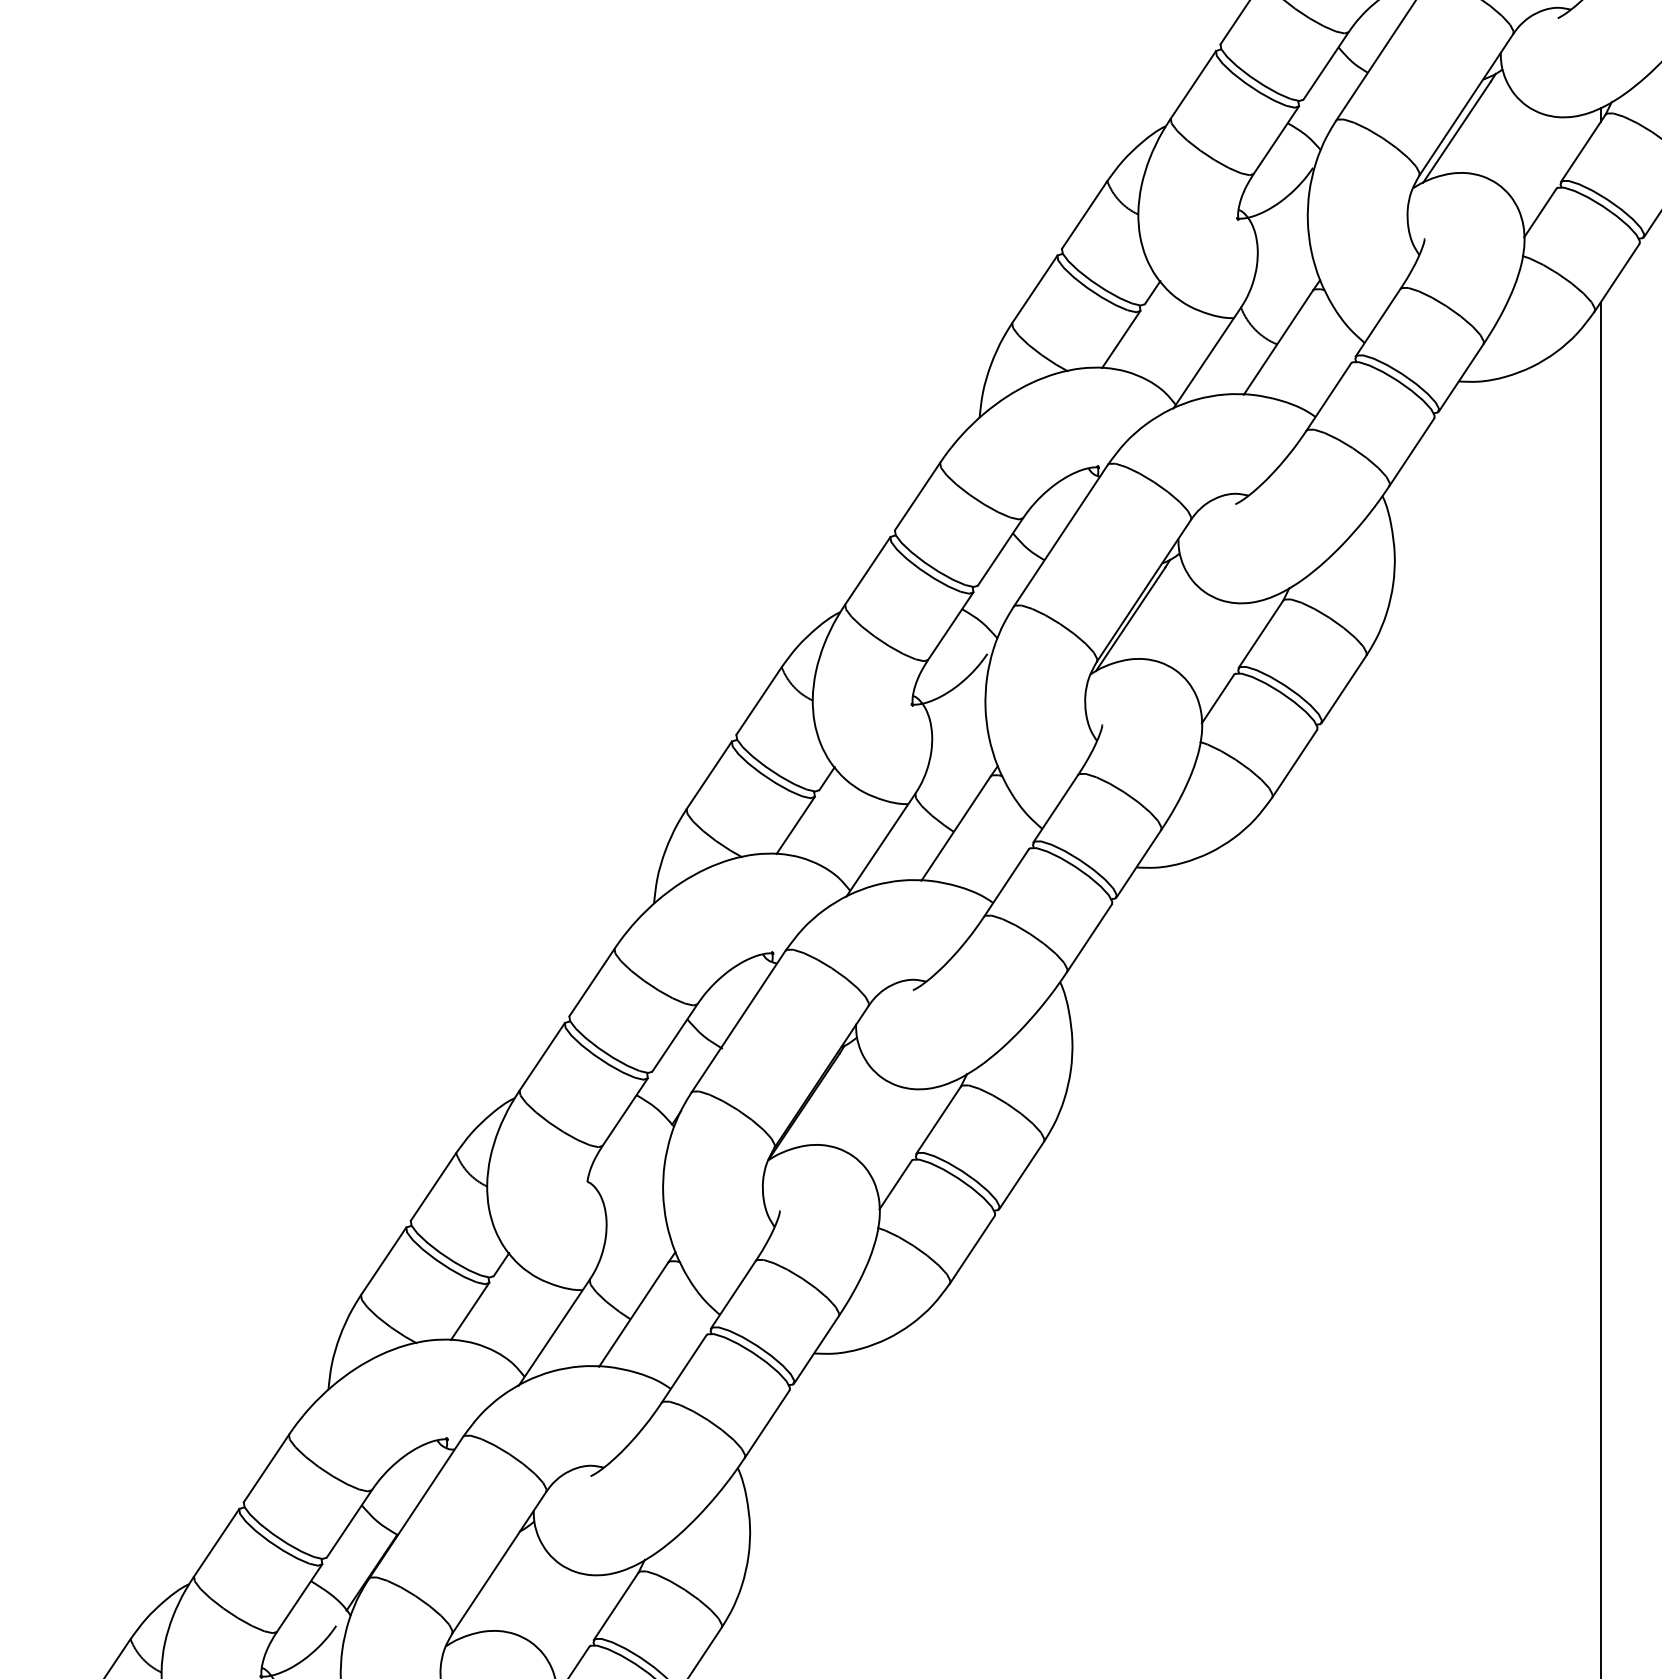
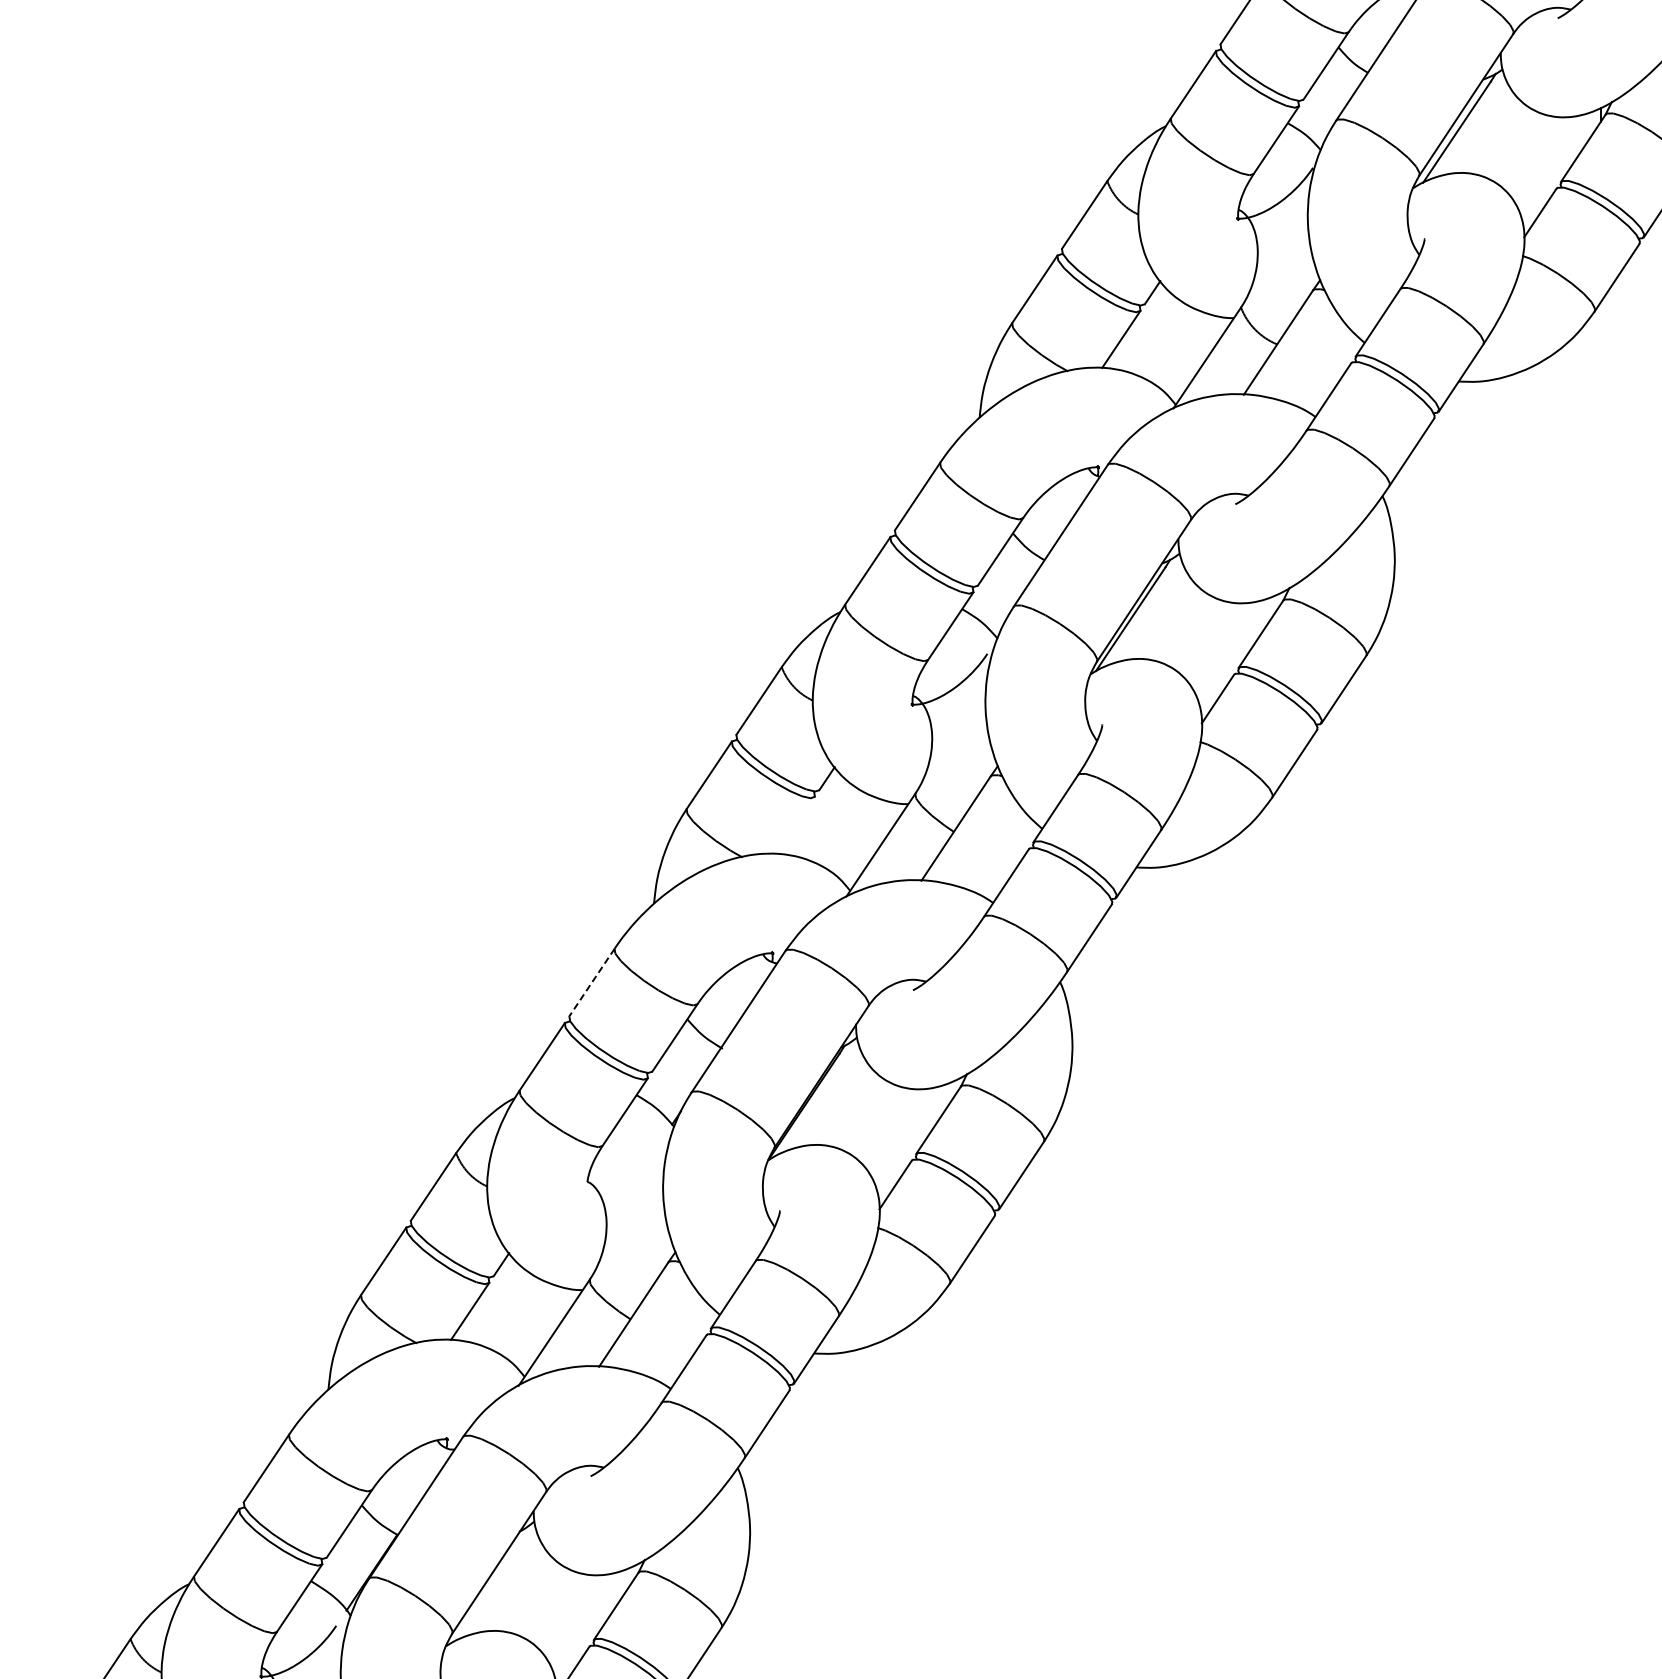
line at (795, 824): present -> none
line at (592, 982): solid -> dashed
line at (1600, 988): present -> none
